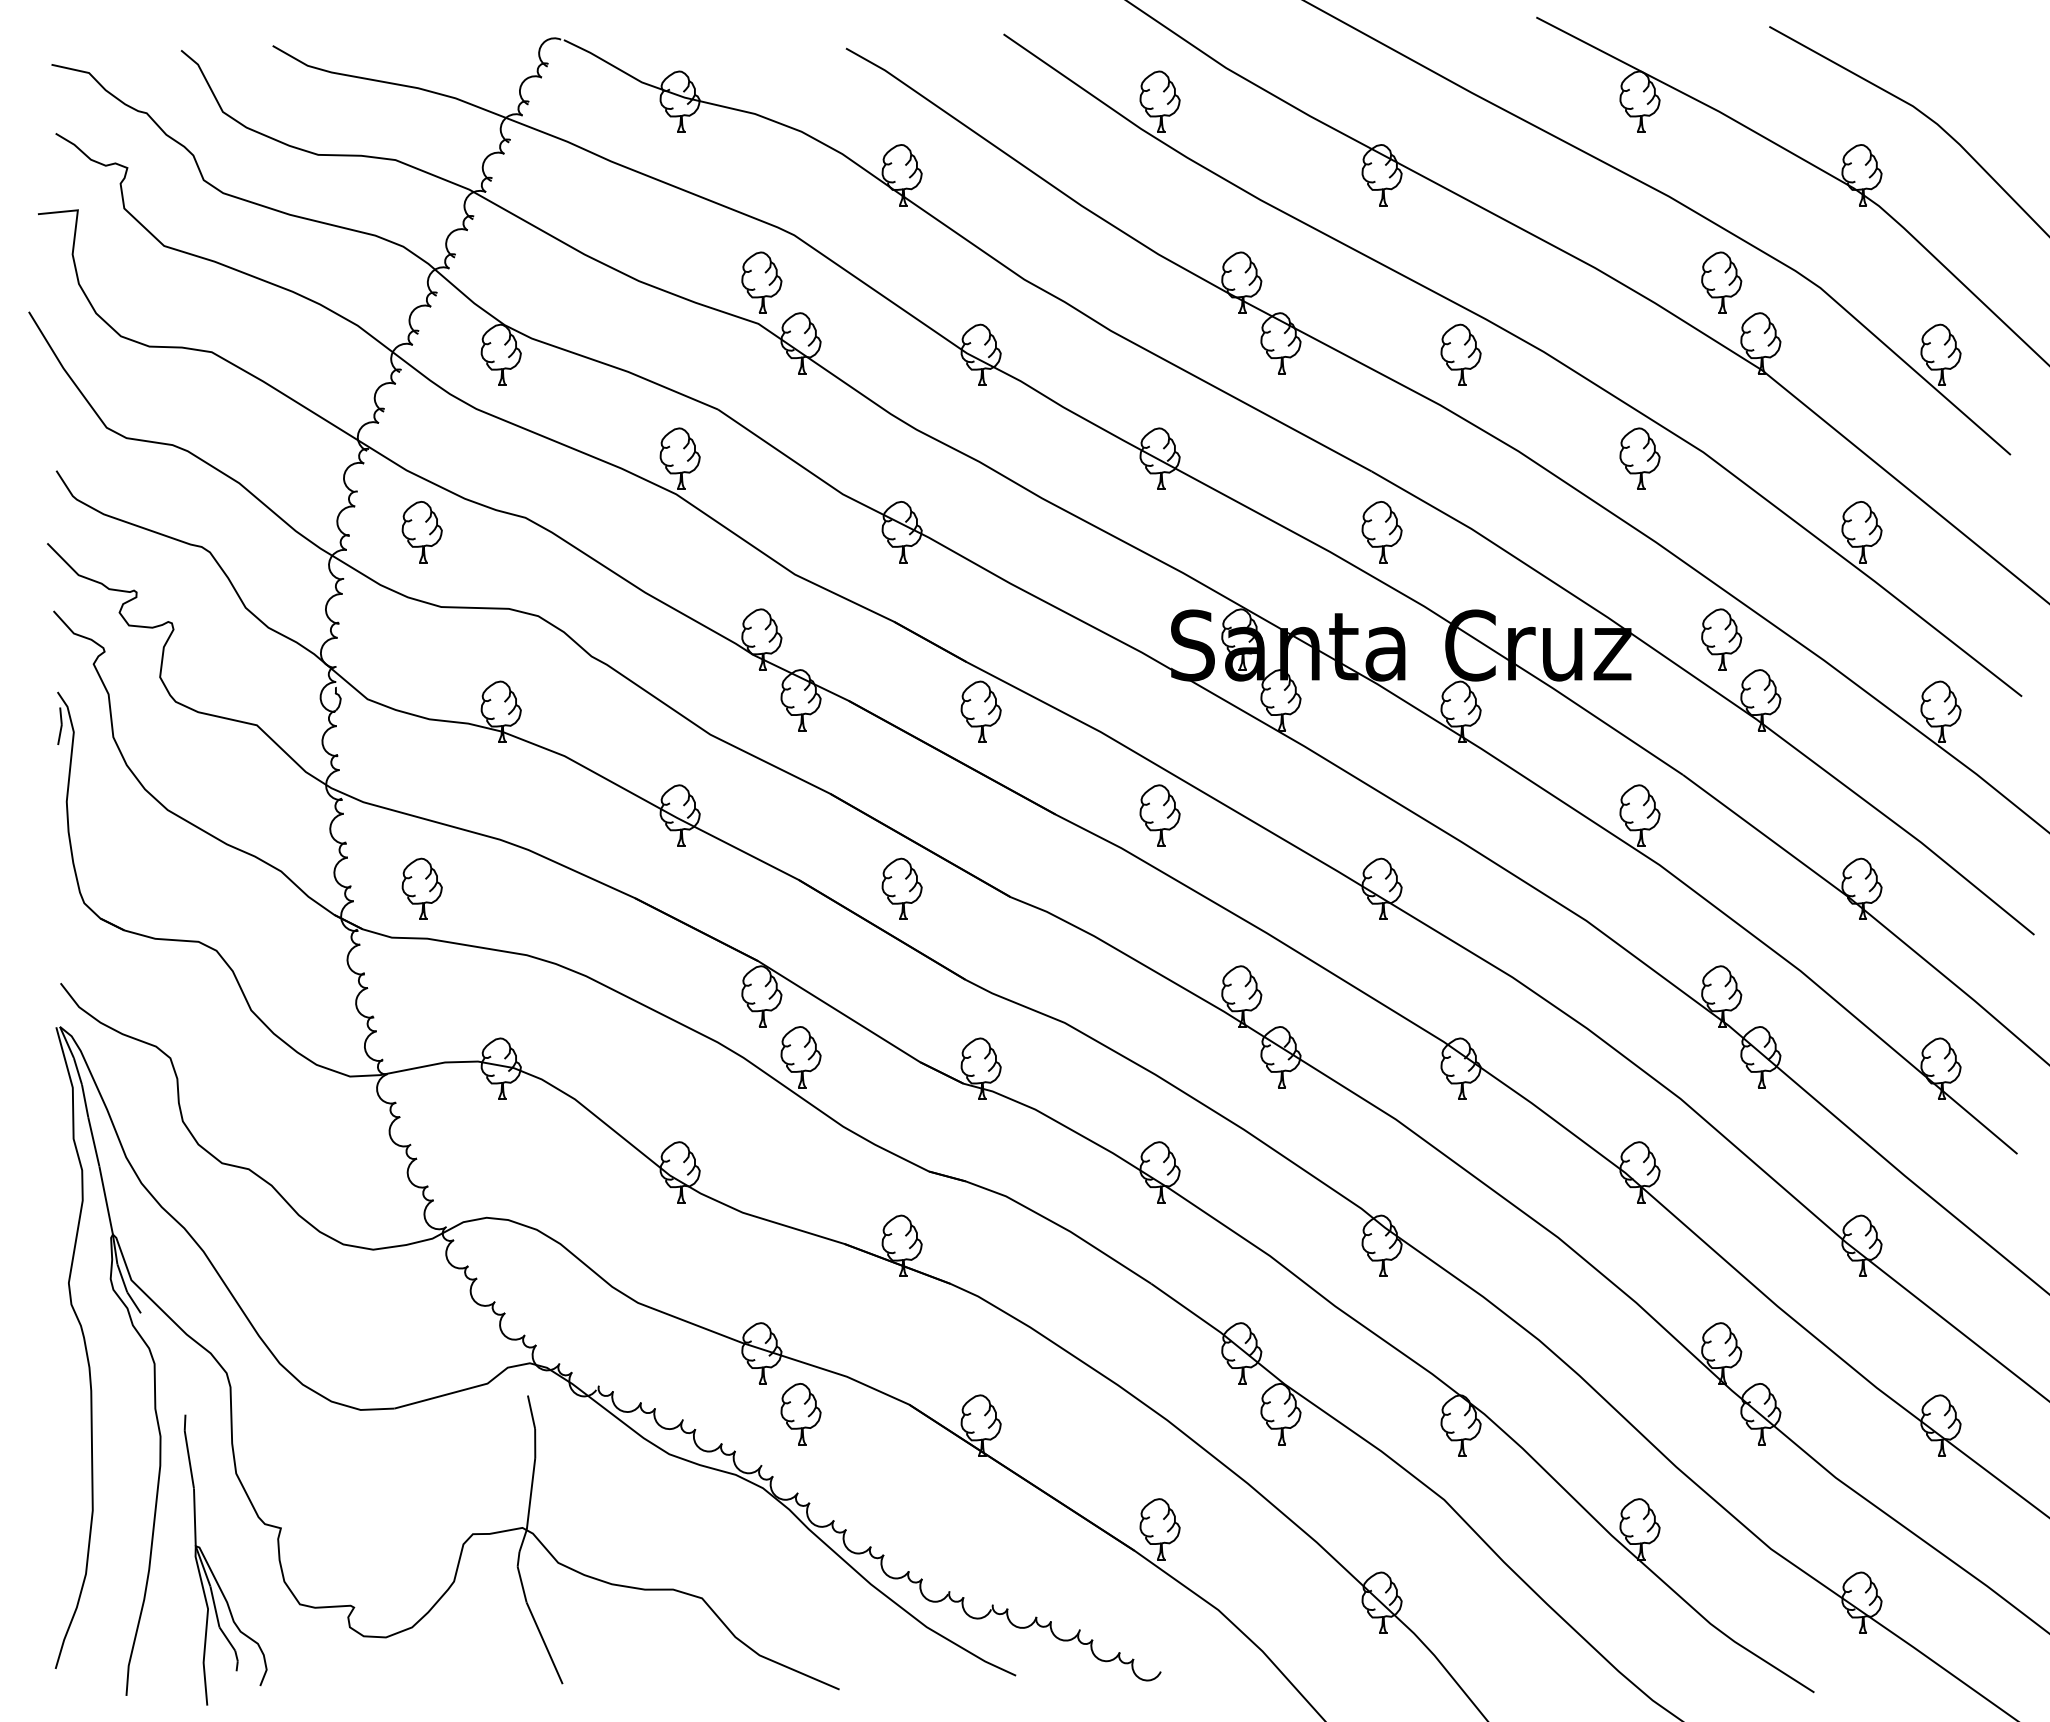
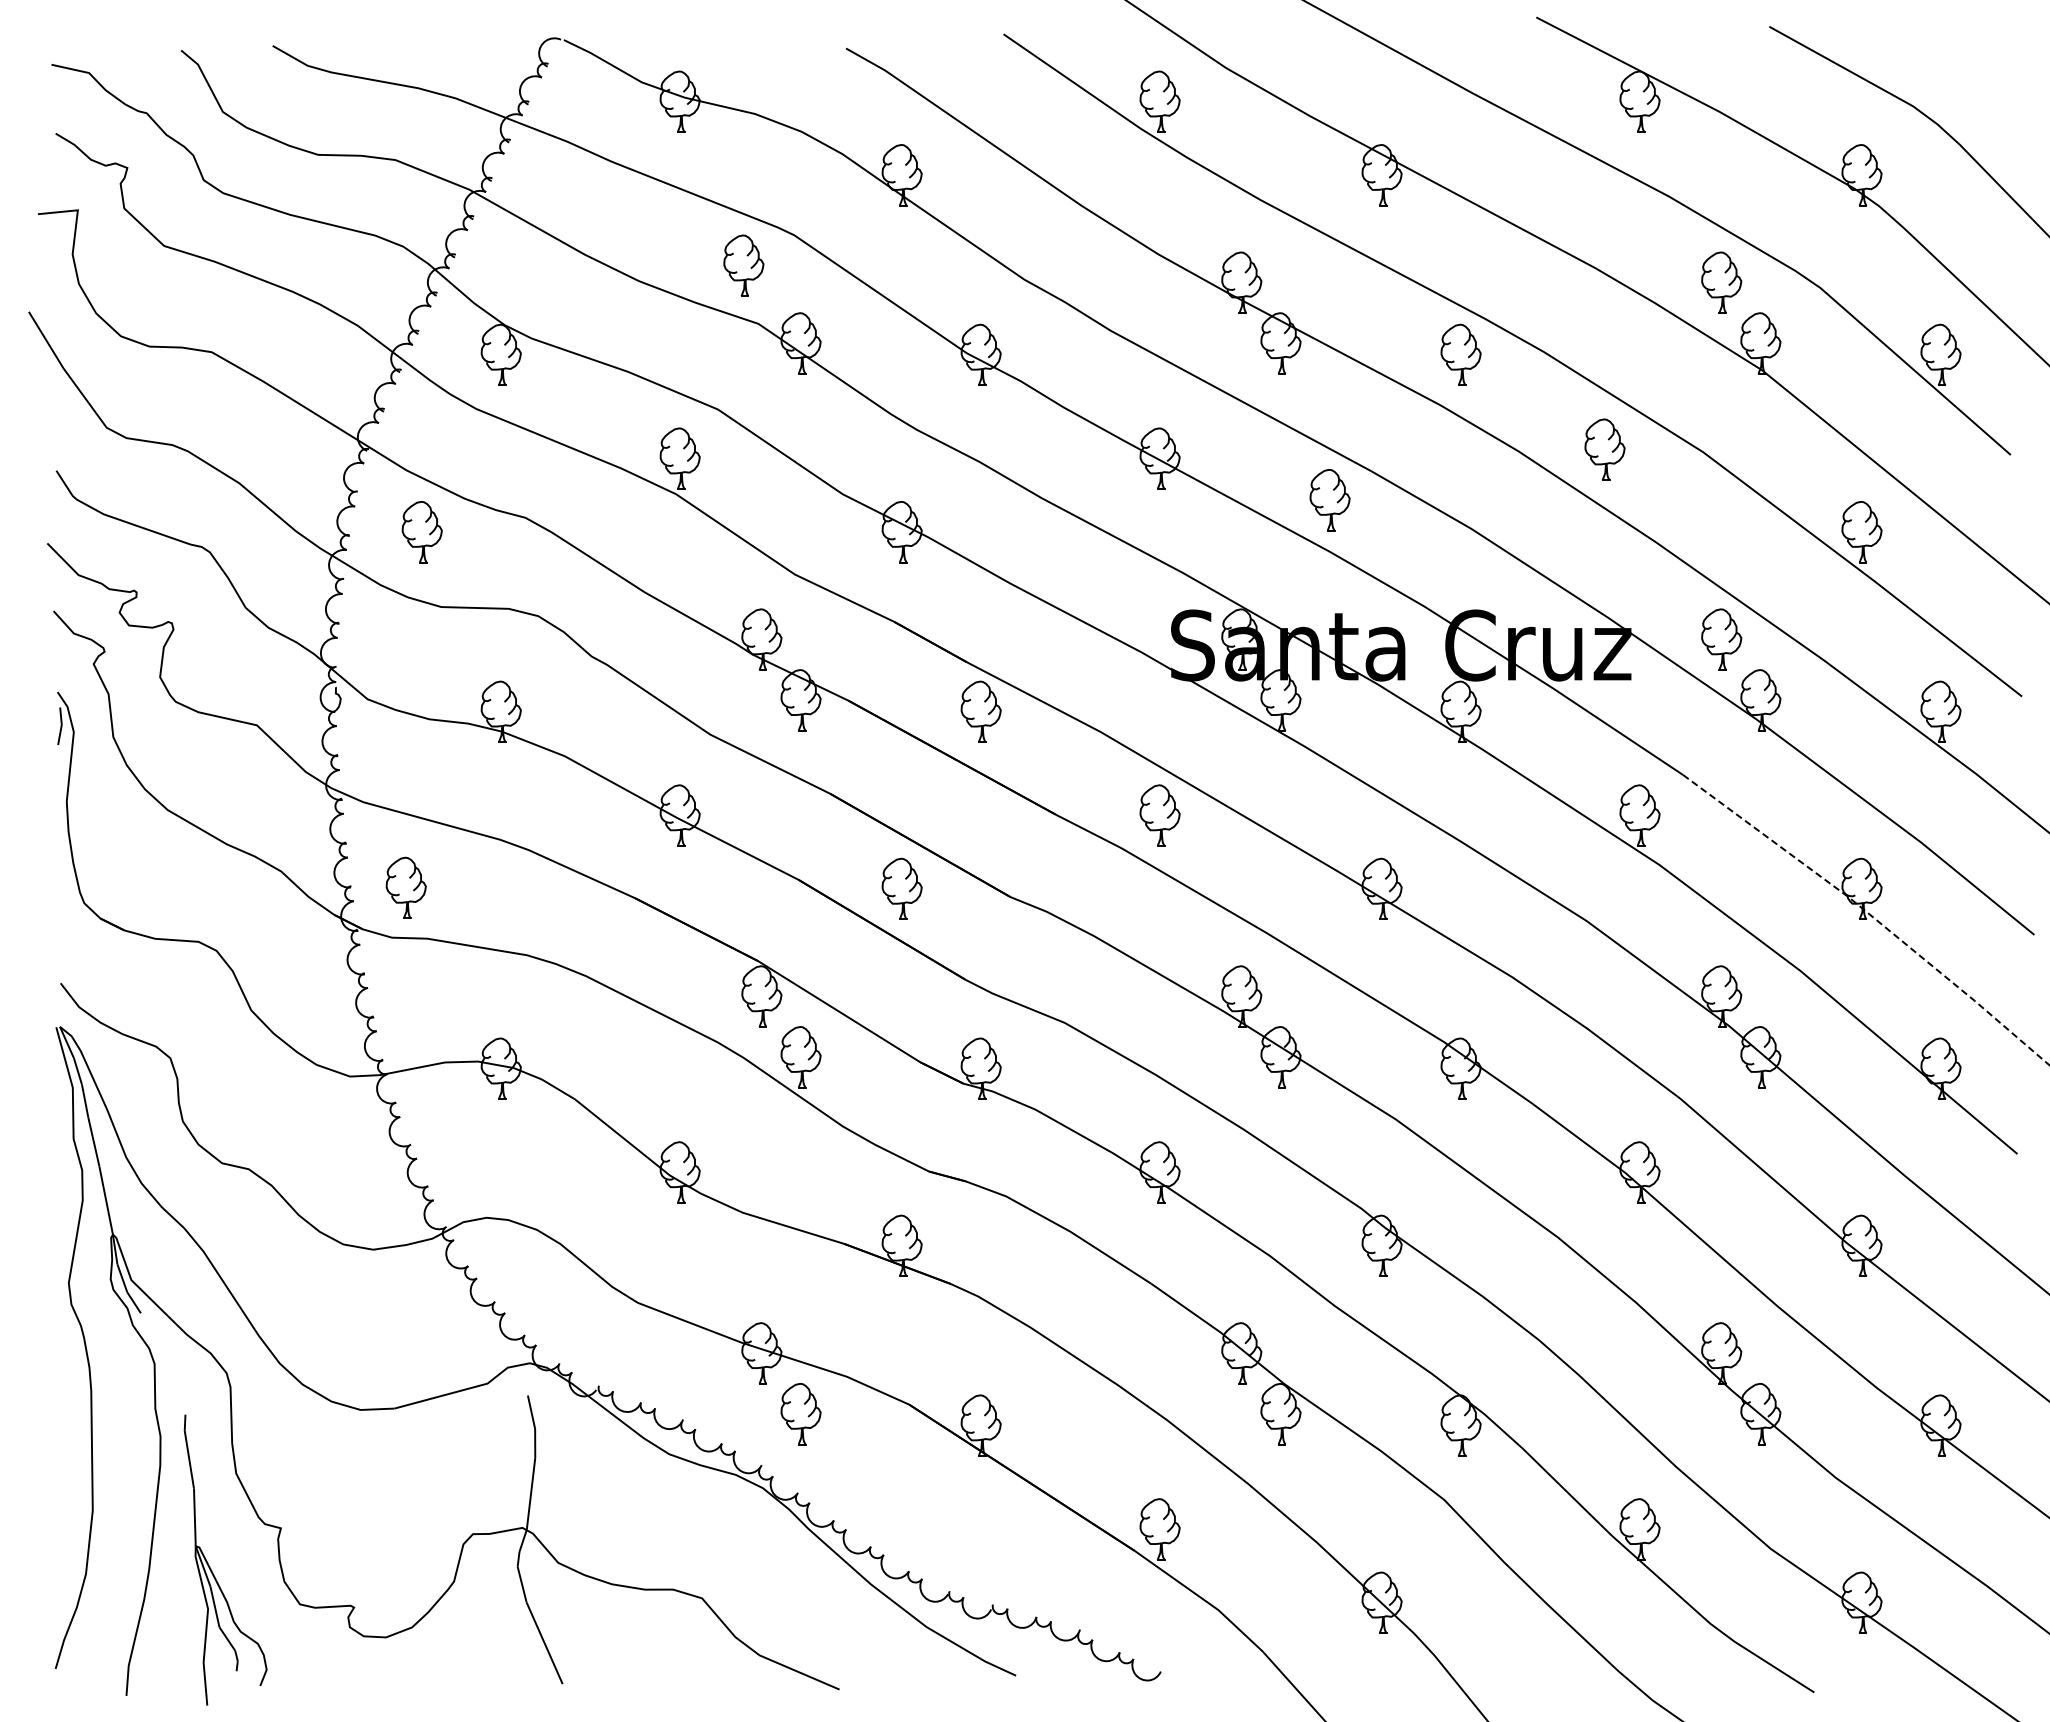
part at (761, 282) position: (761, 282) -> (743, 265)
part at (1639, 458) position: (1639, 458) -> (1604, 449)
part at (1381, 532) position: (1381, 532) -> (1329, 500)
part at (421, 888) position: (421, 888) -> (405, 887)
line at (1870, 915): solid -> dashed
